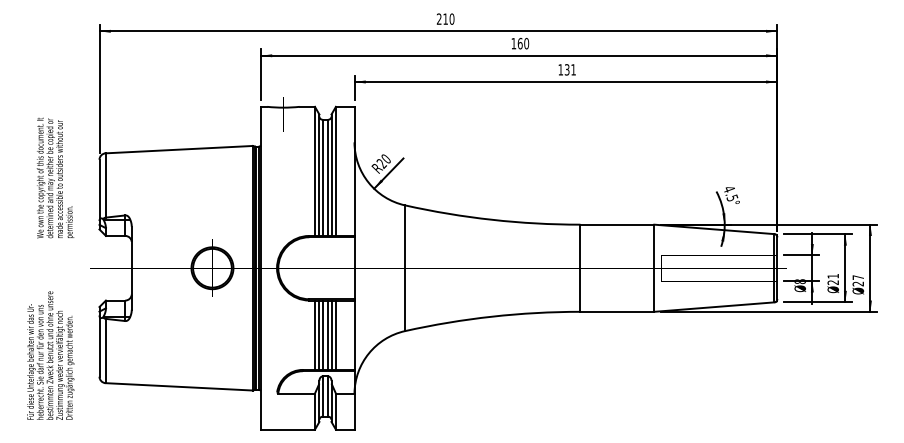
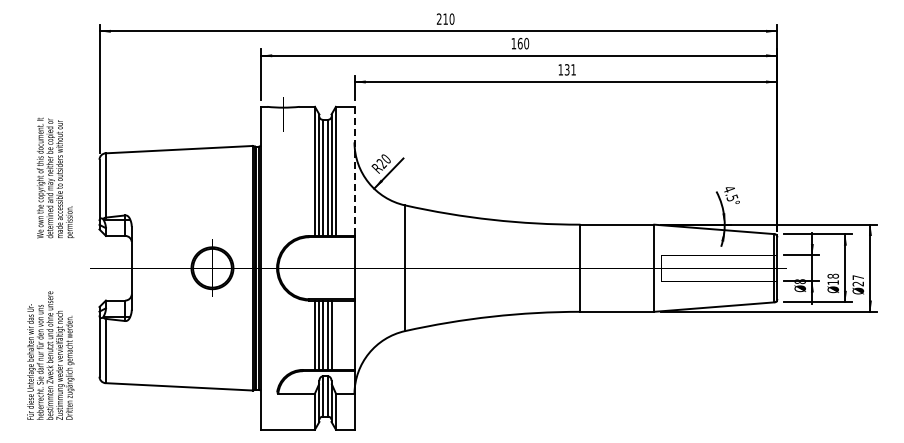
line at (354, 171): solid -> dashed
text at (833, 278): 21 -> 18
line at (335, 334): present -> none
